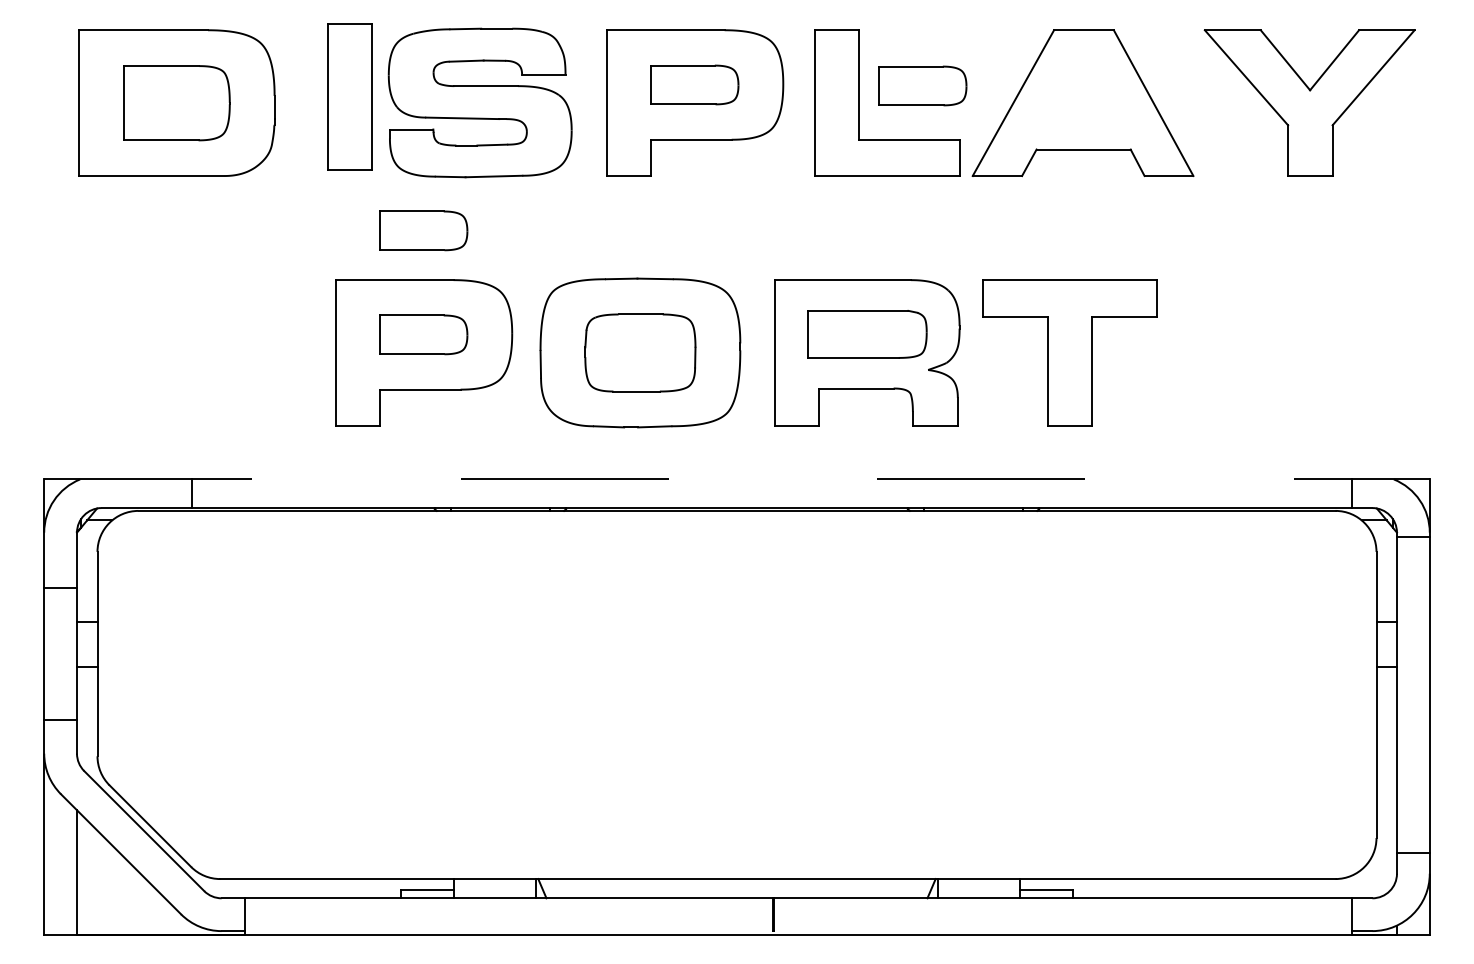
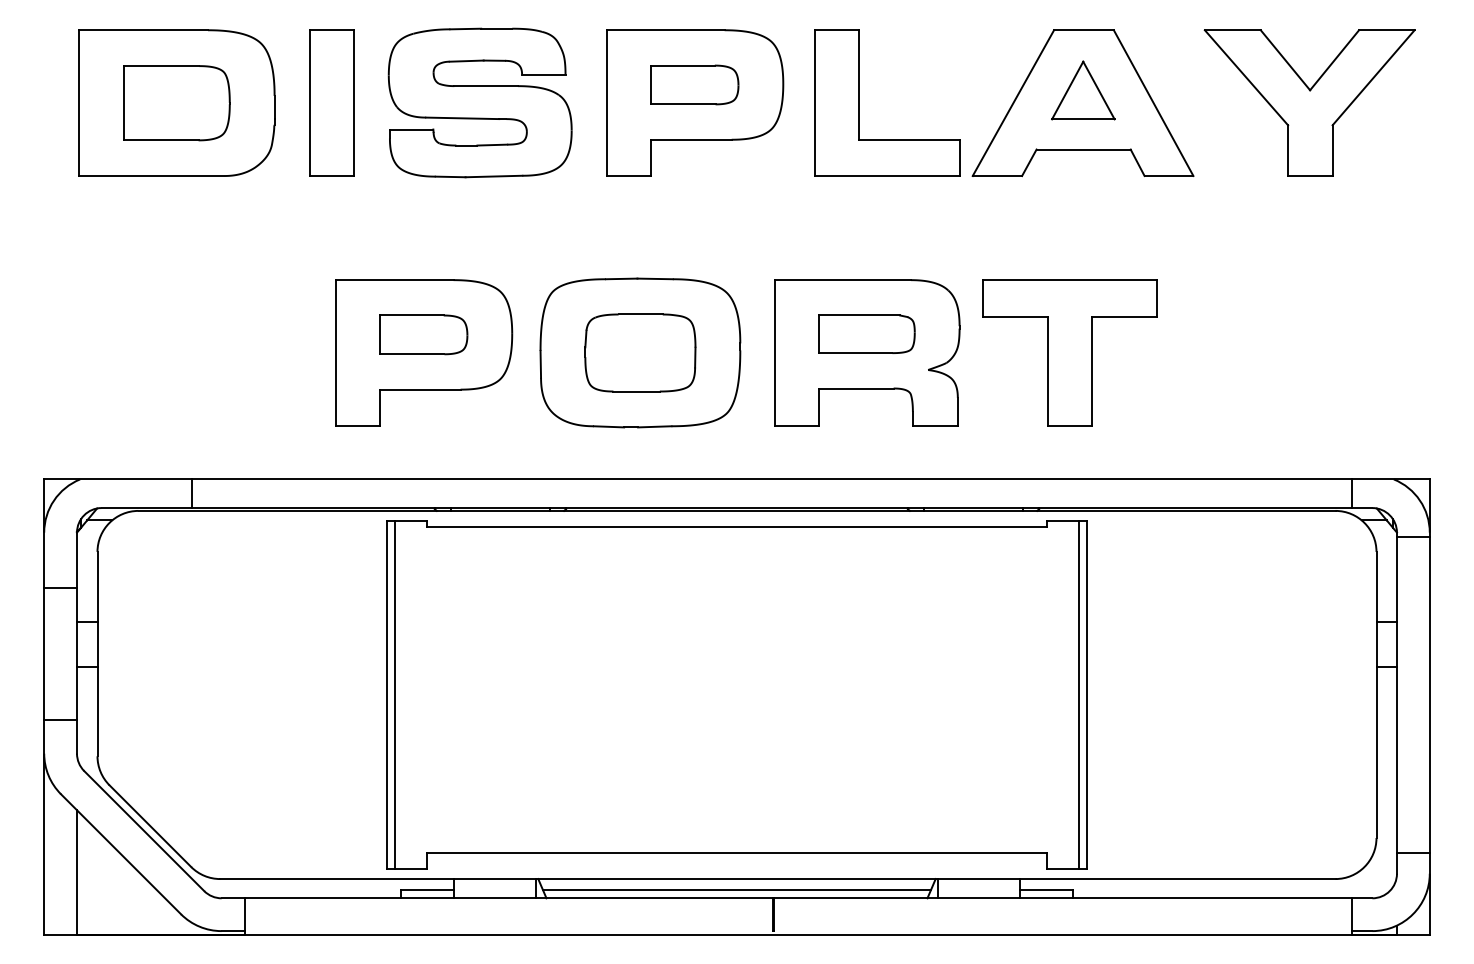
part at (922, 85): present -> none
part at (1083, 90): none -> present
part at (349, 96) position: (349, 96) -> (331, 102)
part at (423, 230): present -> none
part at (867, 334) size: 121x49 px -> 98x40 px
line at (737, 479): dashed -> solid
part at (736, 694): none -> present
line at (736, 890): none -> present
